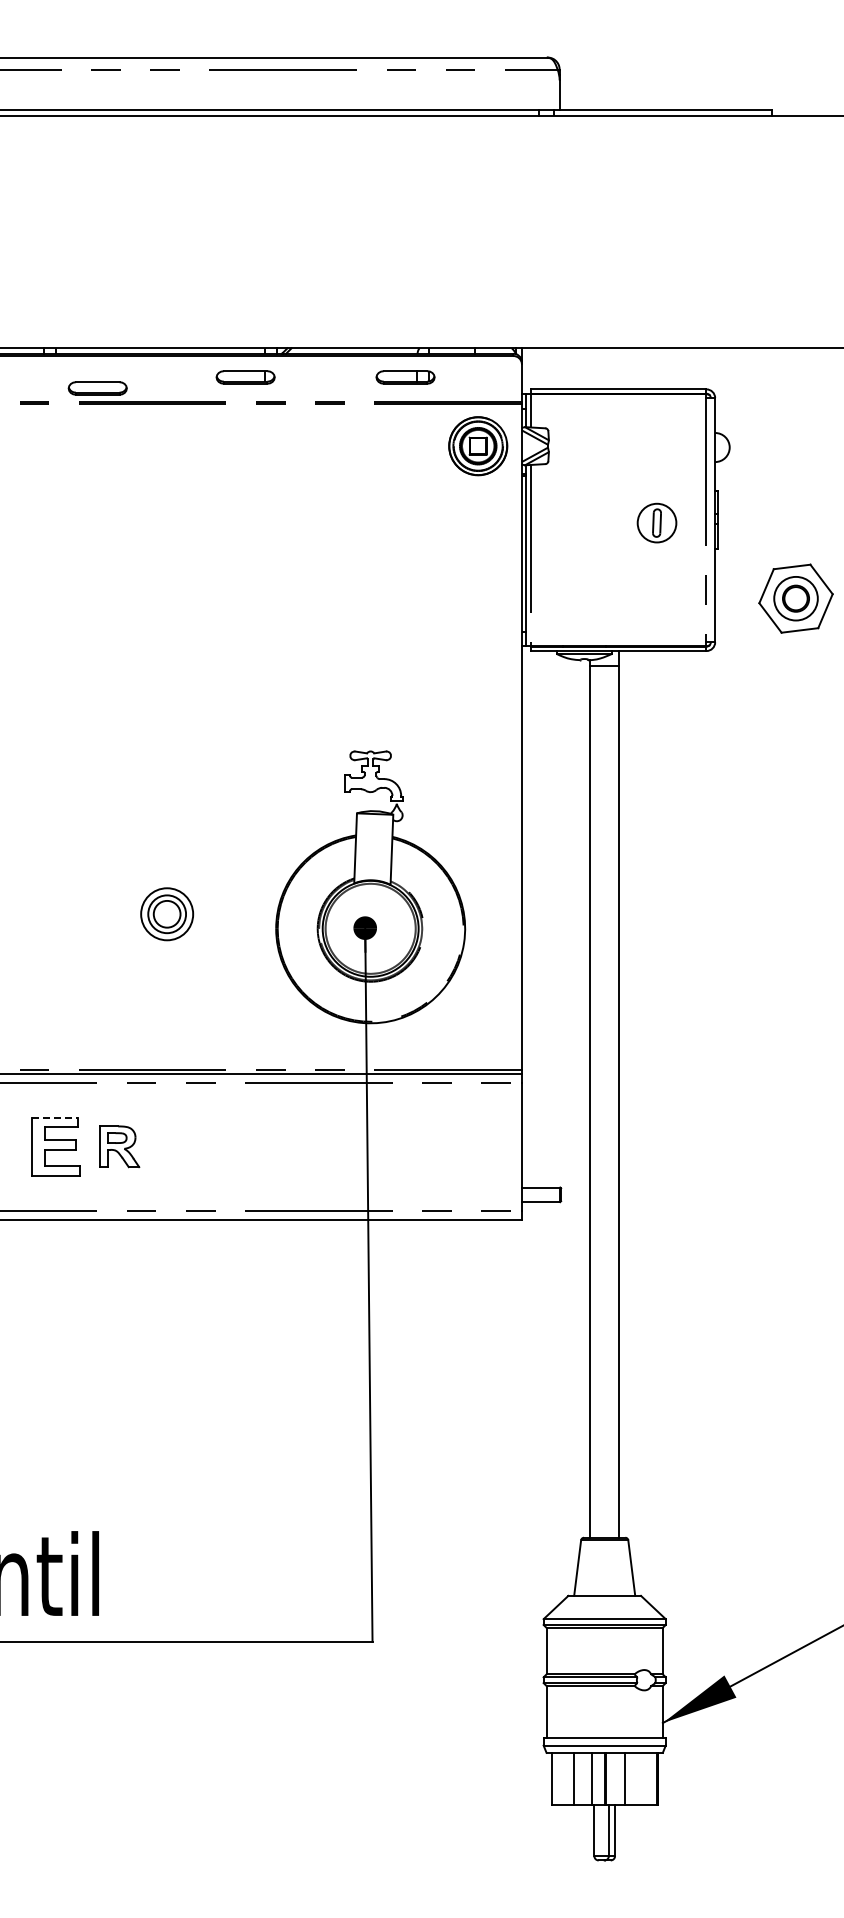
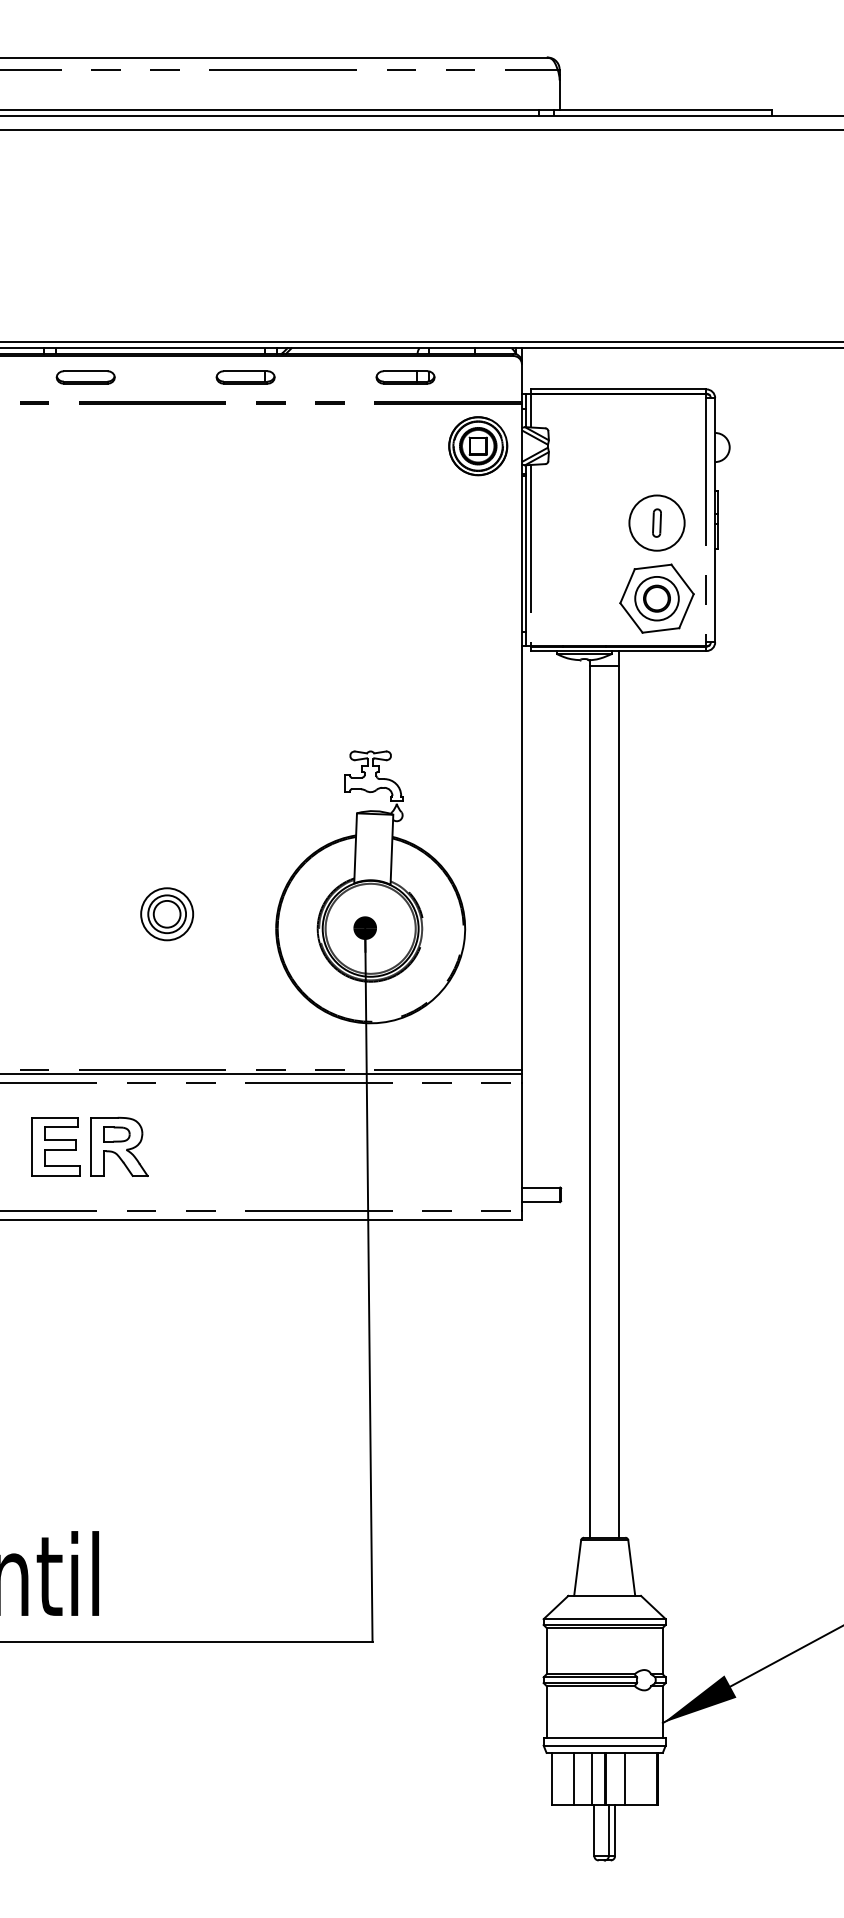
line at (421, 130): none -> present
line at (421, 342): none -> present
part at (97, 388) position: (97, 388) -> (85, 377)
circle at (656, 522) diameter: 39 px -> 55 px
part at (795, 598) position: (795, 598) -> (656, 598)
line at (55, 1117): dashed -> solid
part at (119, 1146) size: 42x44 px -> 59x61 px
